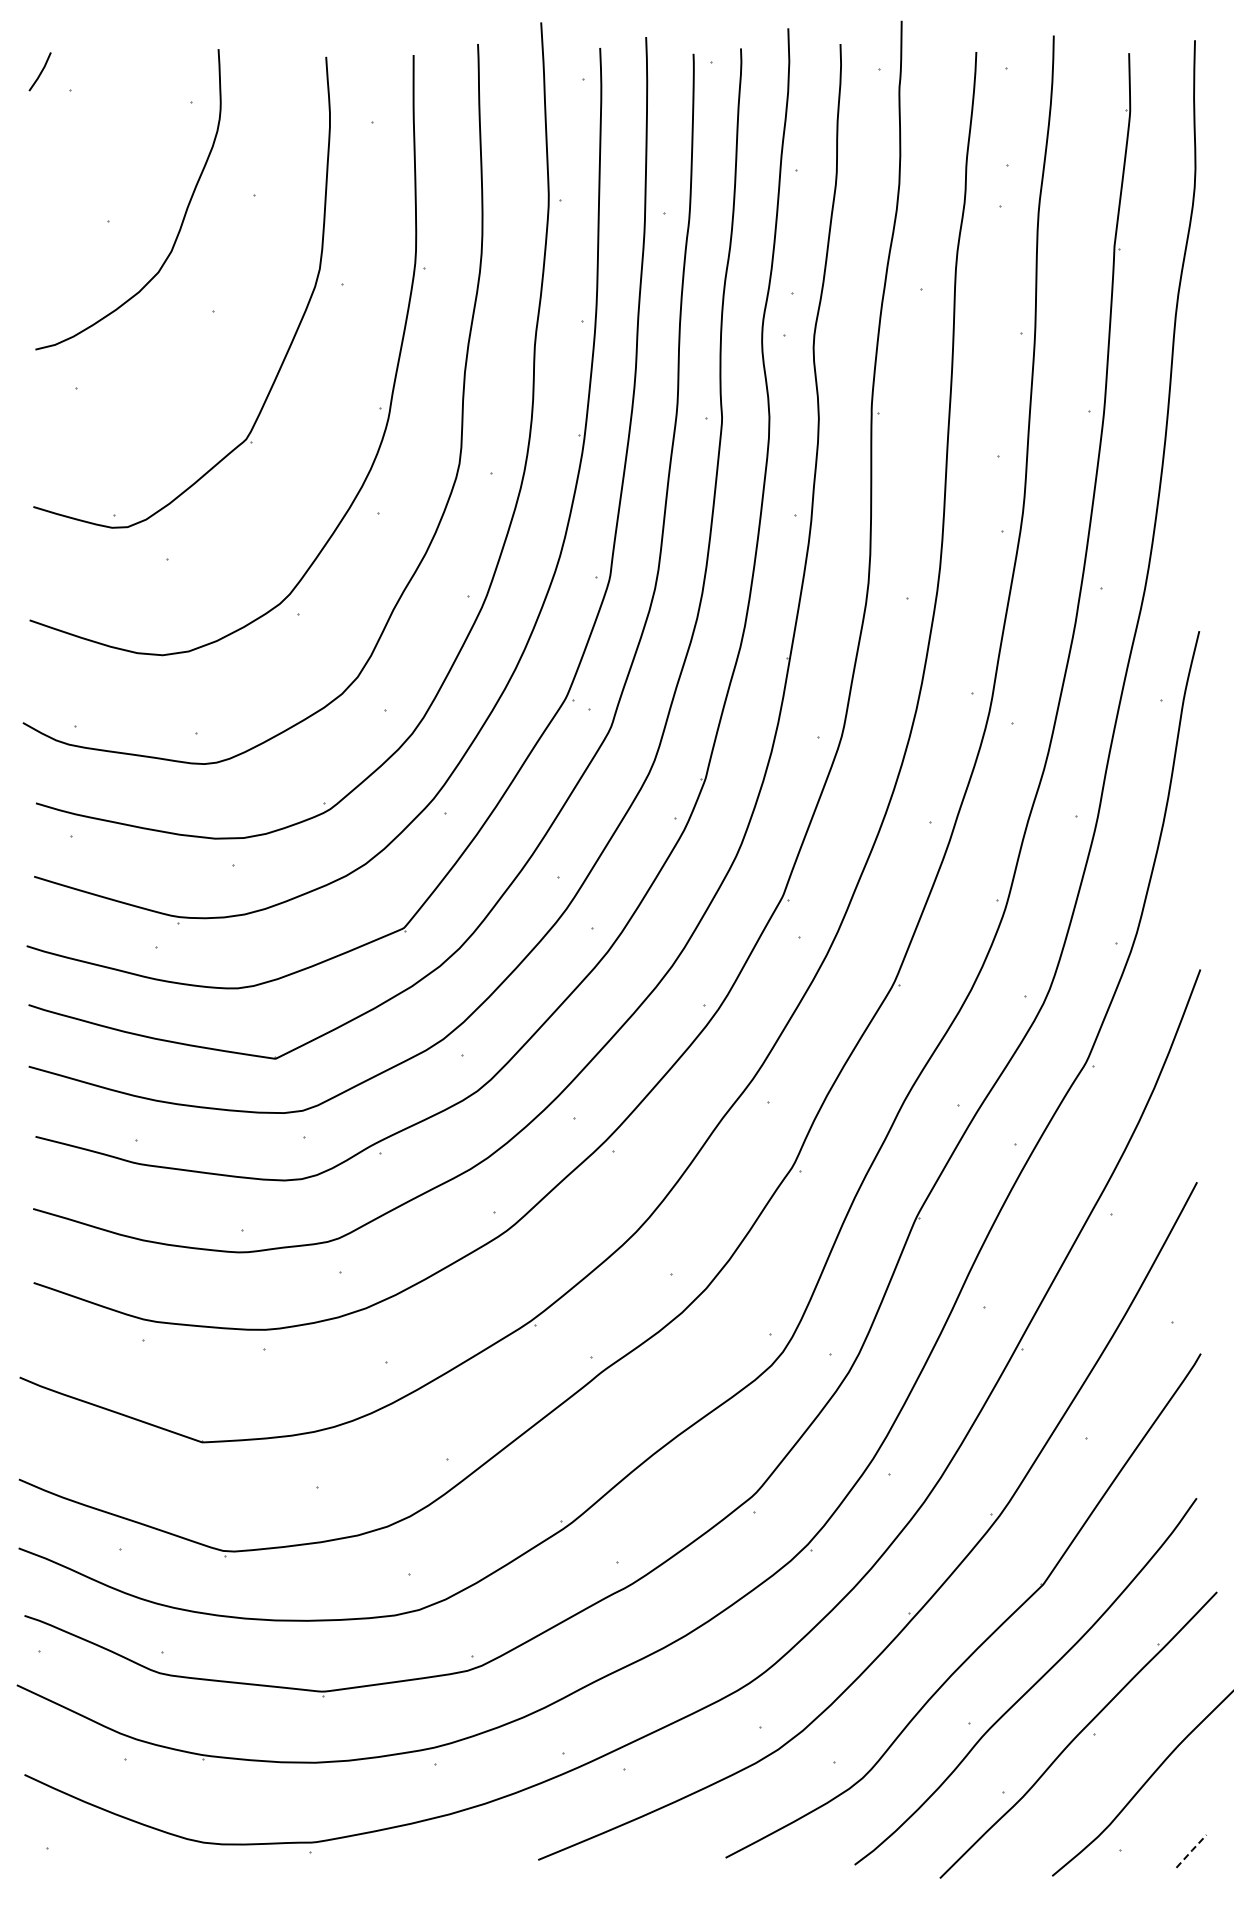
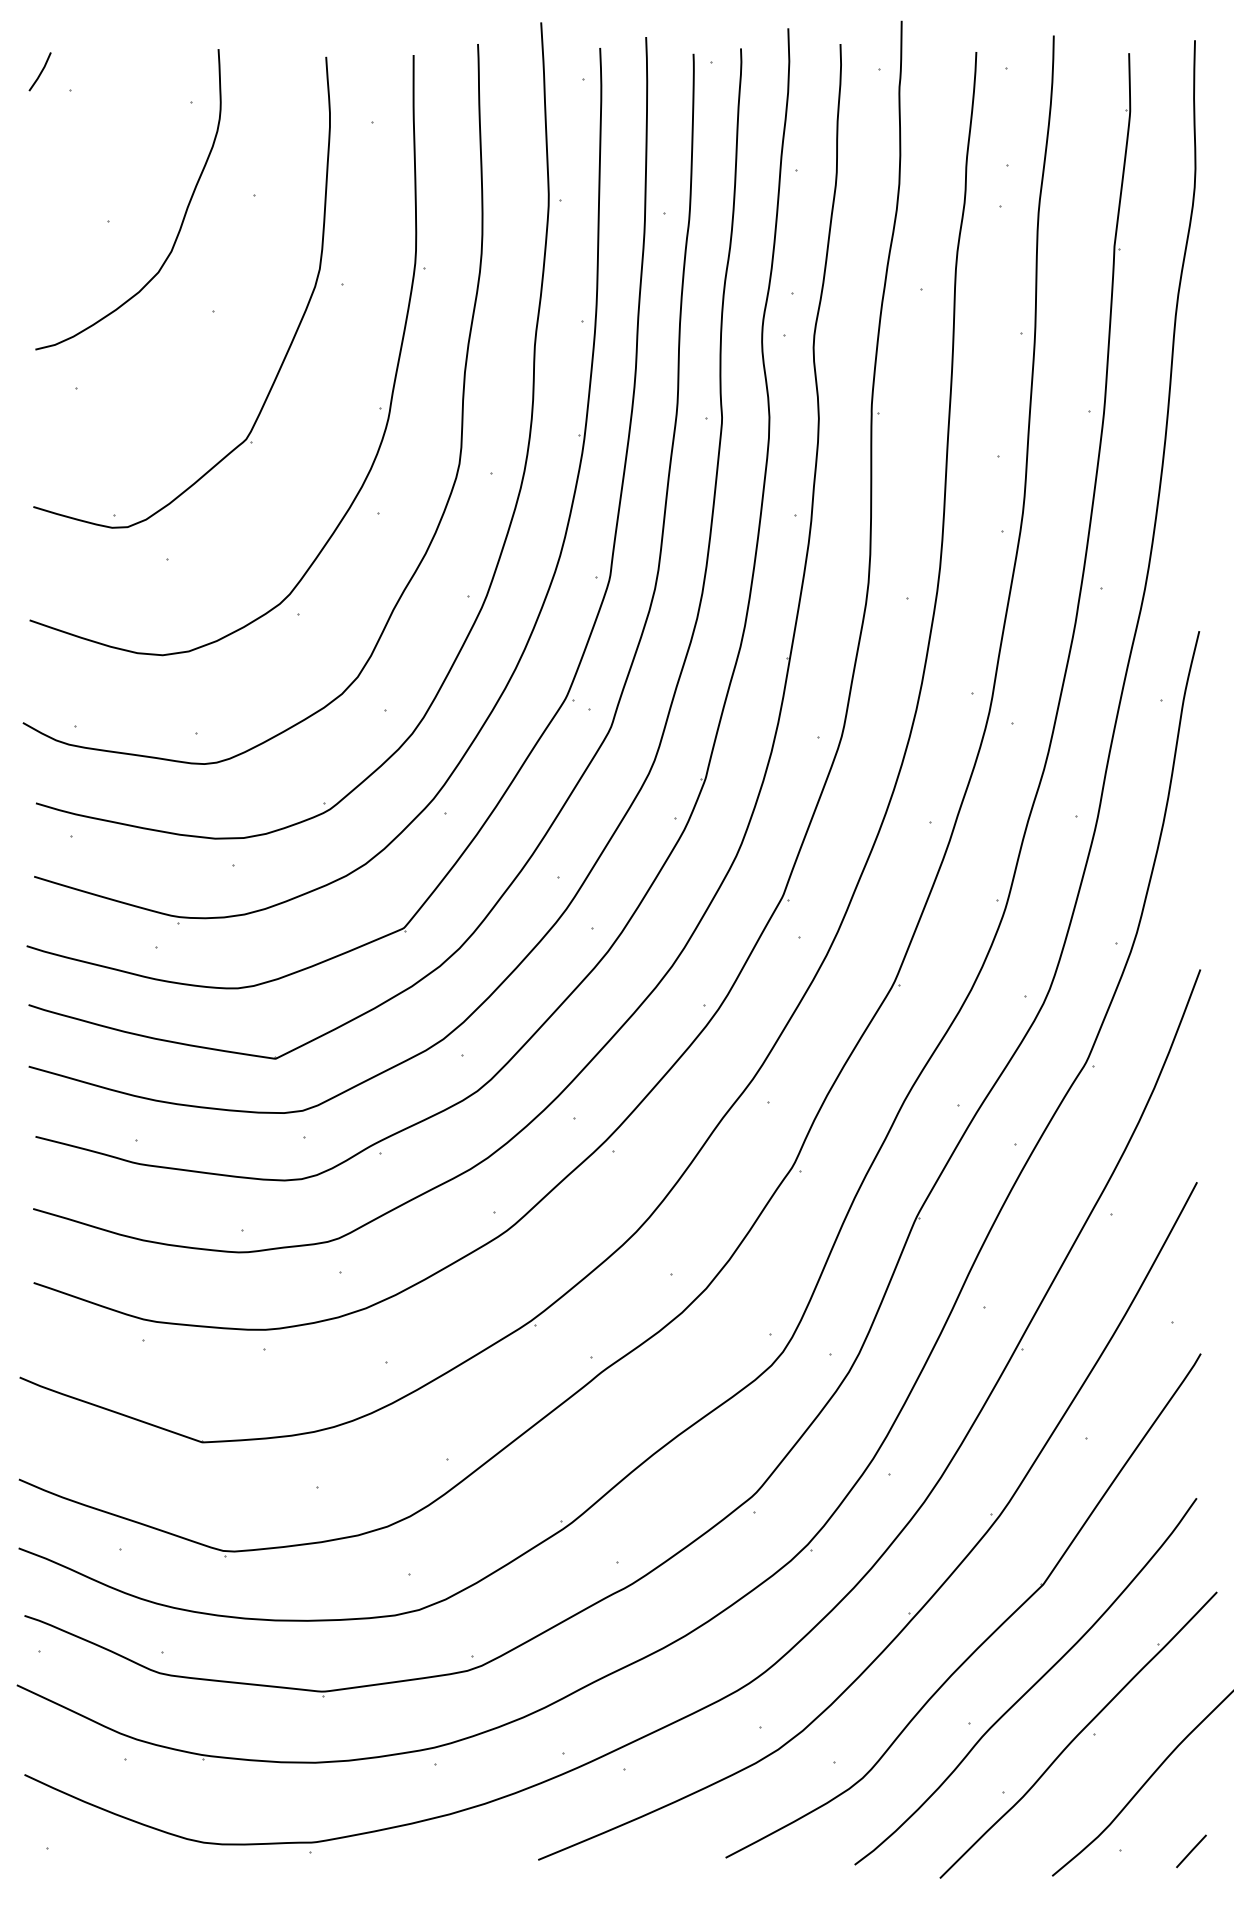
line at (1191, 1850): dashed -> solid
